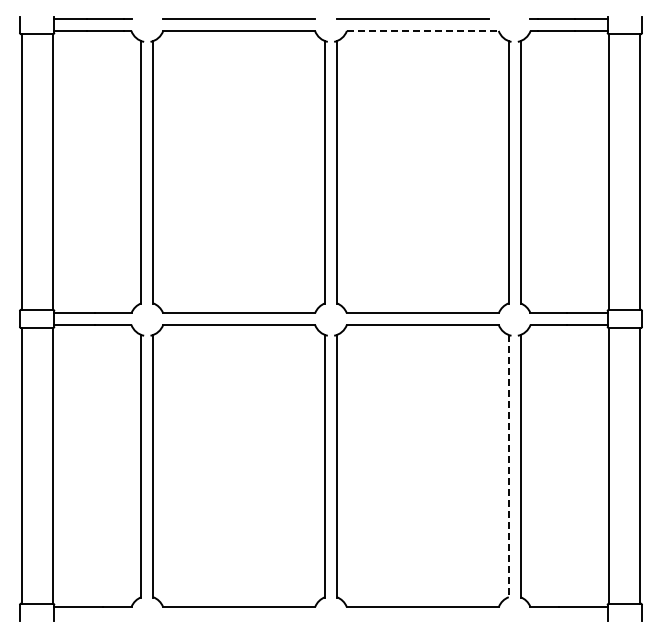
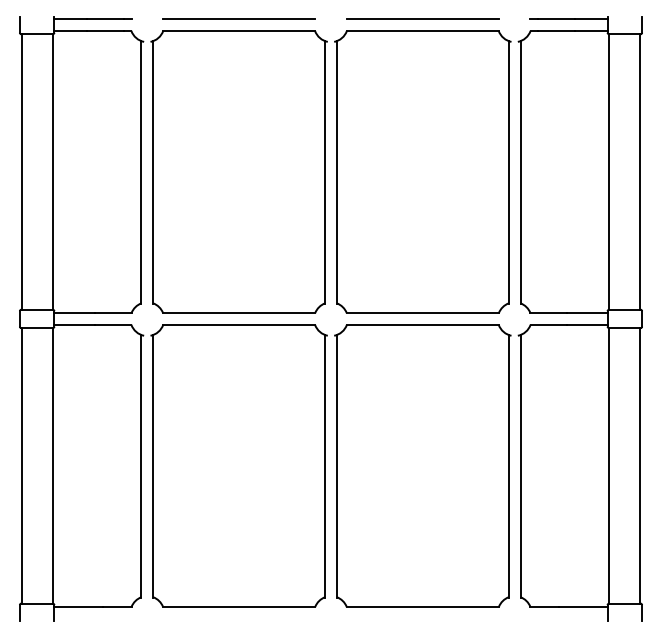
line at (412, 18) position: (412, 18) -> (422, 18)
line at (422, 30): dashed -> solid
line at (508, 466): dashed -> solid
